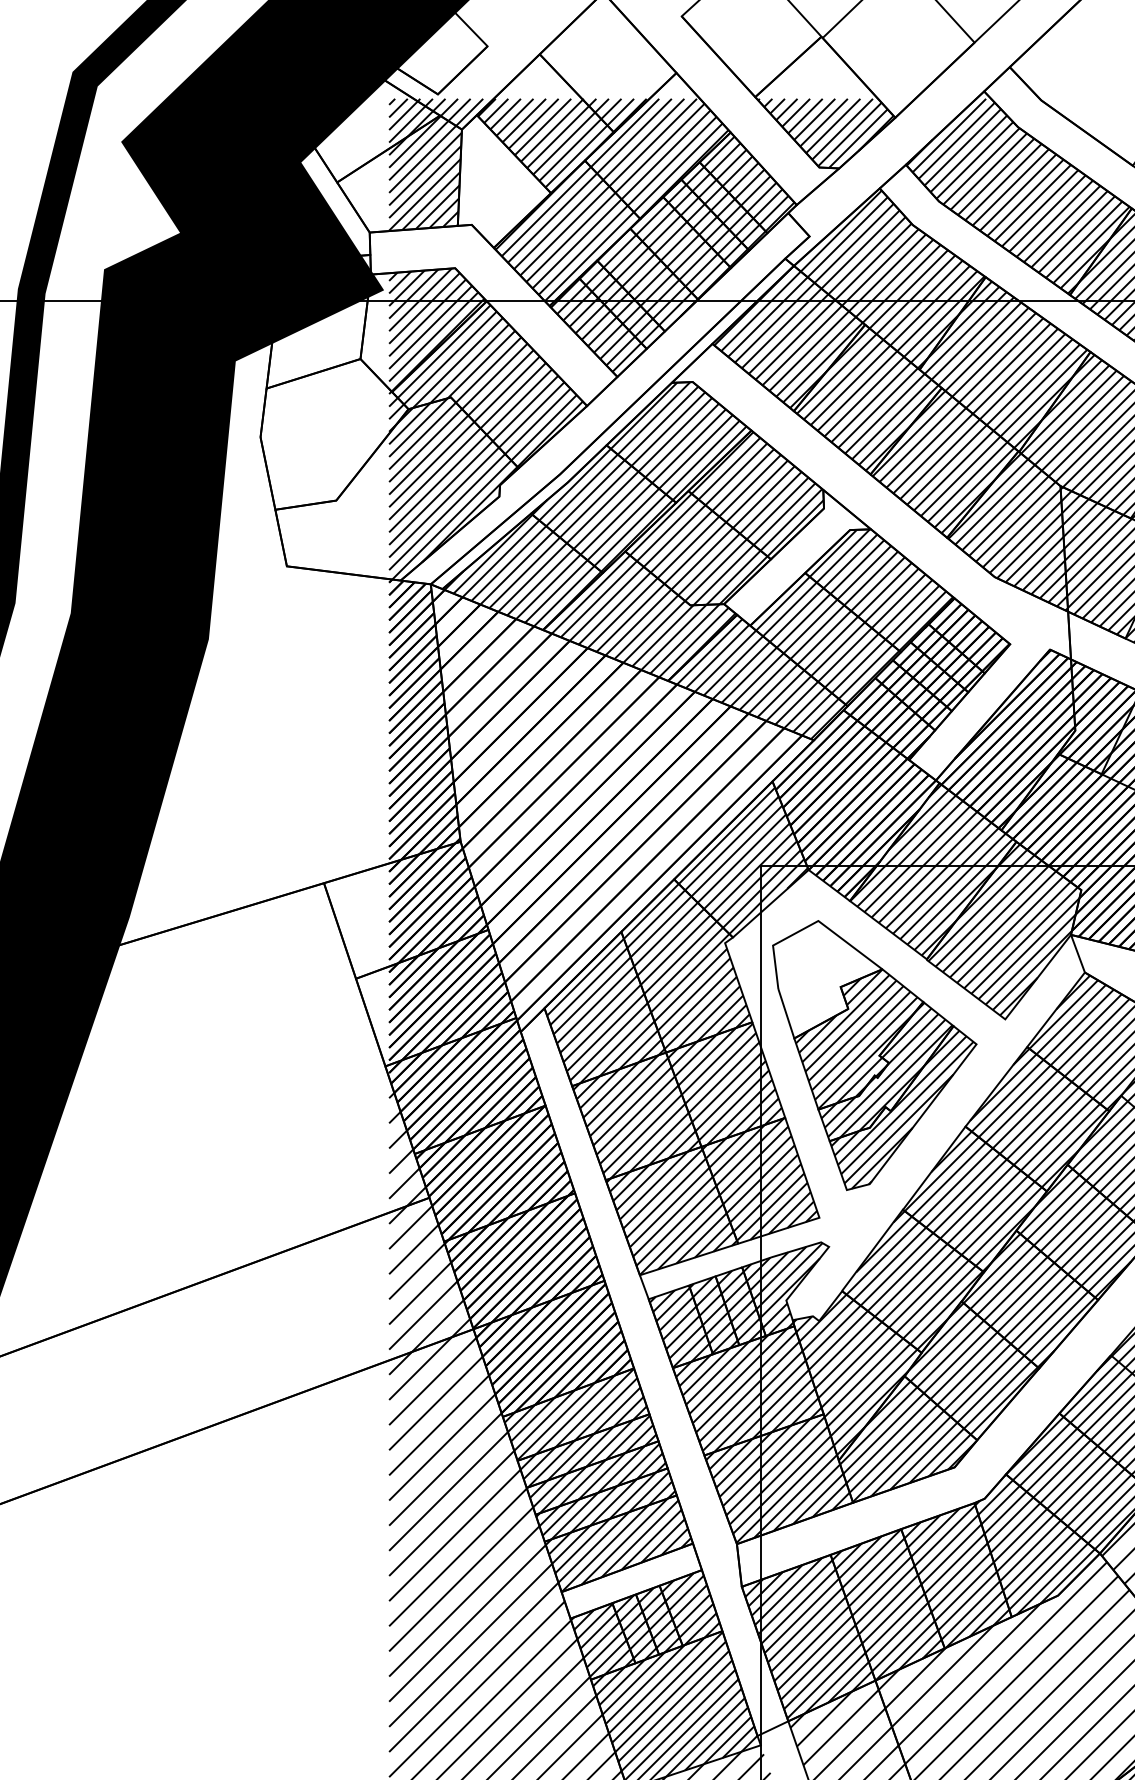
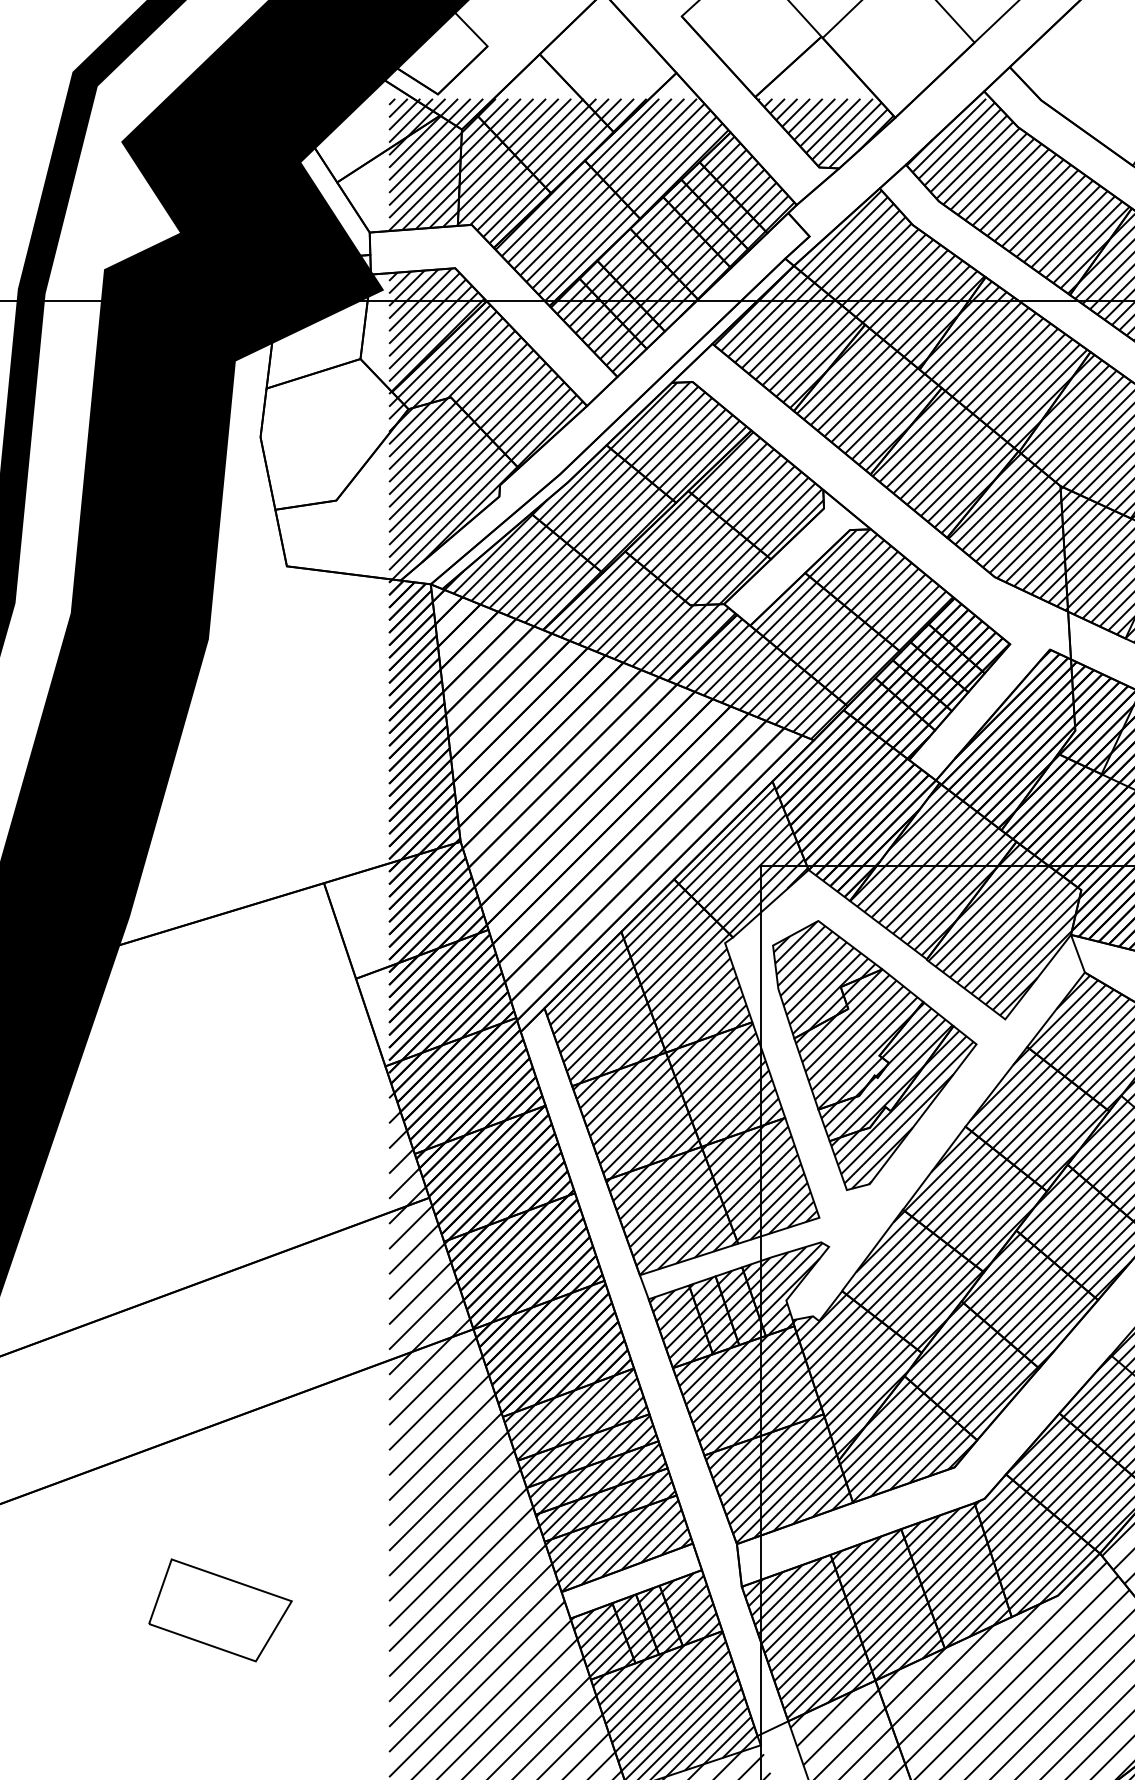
hatch at (501, 179): none -> present
hatch at (824, 977): none -> present
curve at (231, 1581): none -> present
